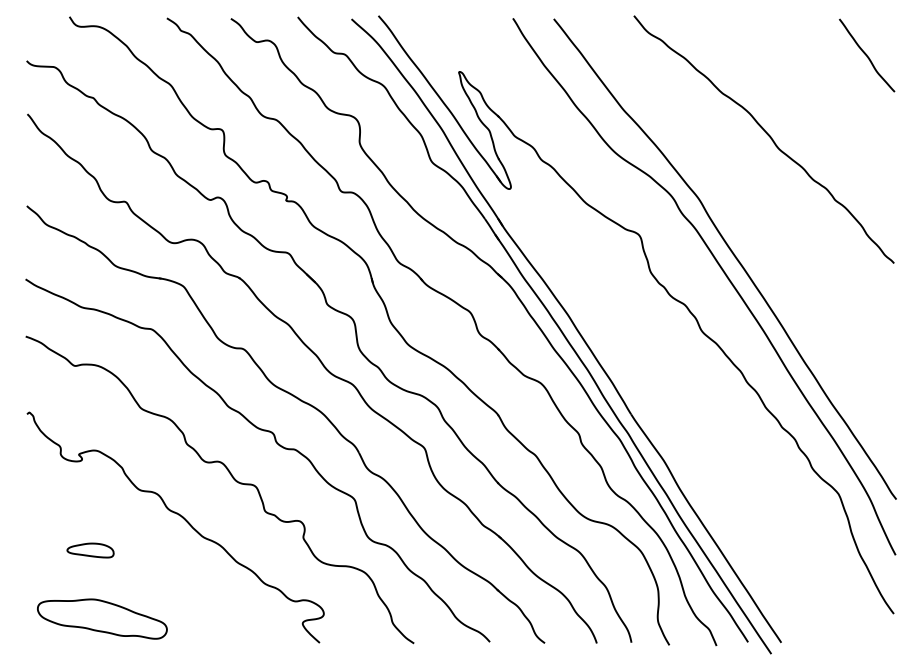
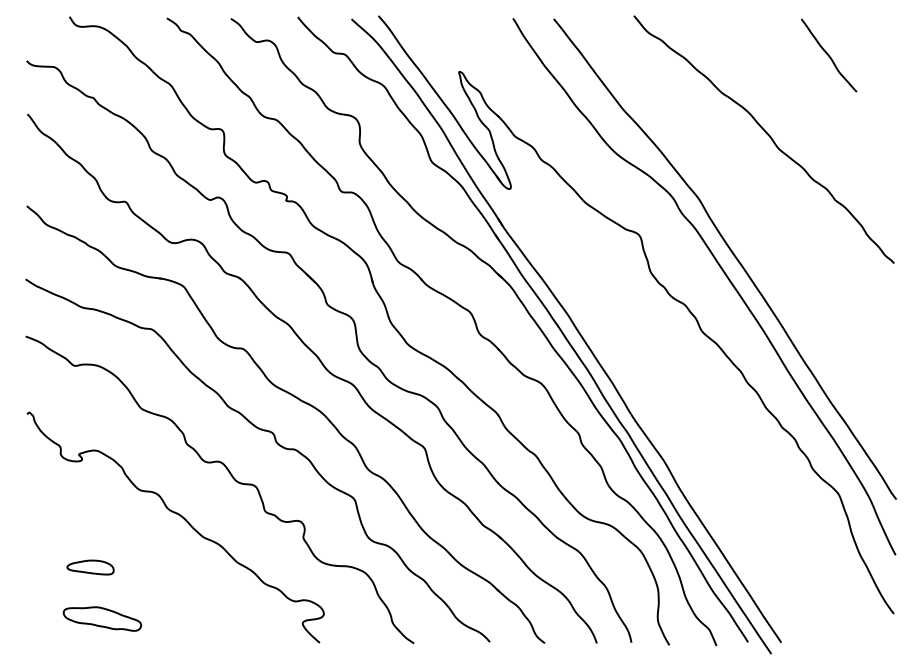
curve at (867, 55) position: (867, 55) -> (829, 55)
part at (90, 550) position: (90, 550) -> (90, 567)
part at (102, 618) size: 131x42 px -> 81x26 px
